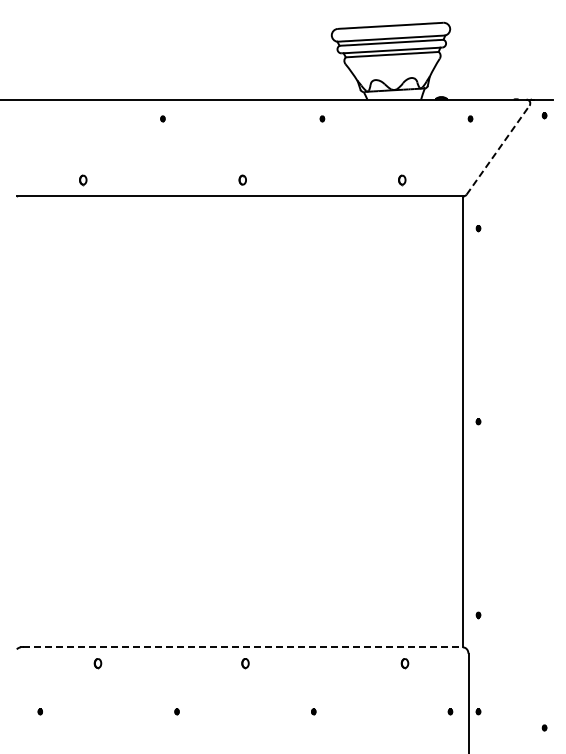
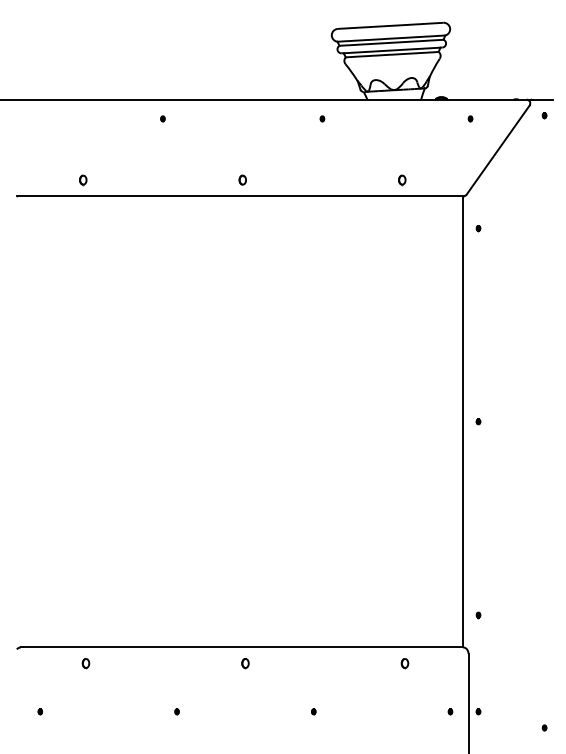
line at (498, 149): dashed -> solid
line at (243, 647): dashed -> solid
part at (97, 663) position: (97, 663) -> (85, 663)
